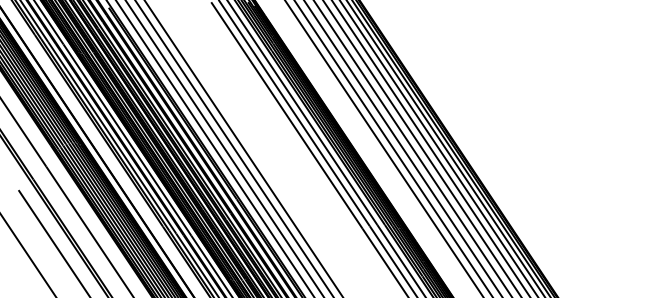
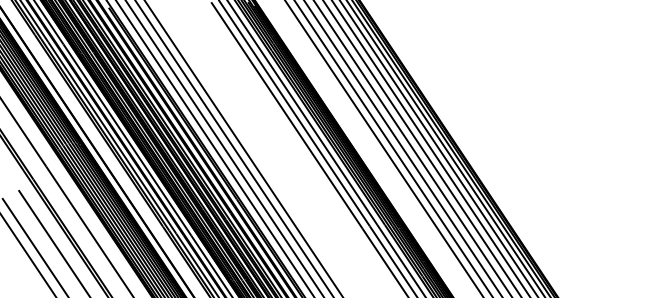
line at (34, 246): none -> present
